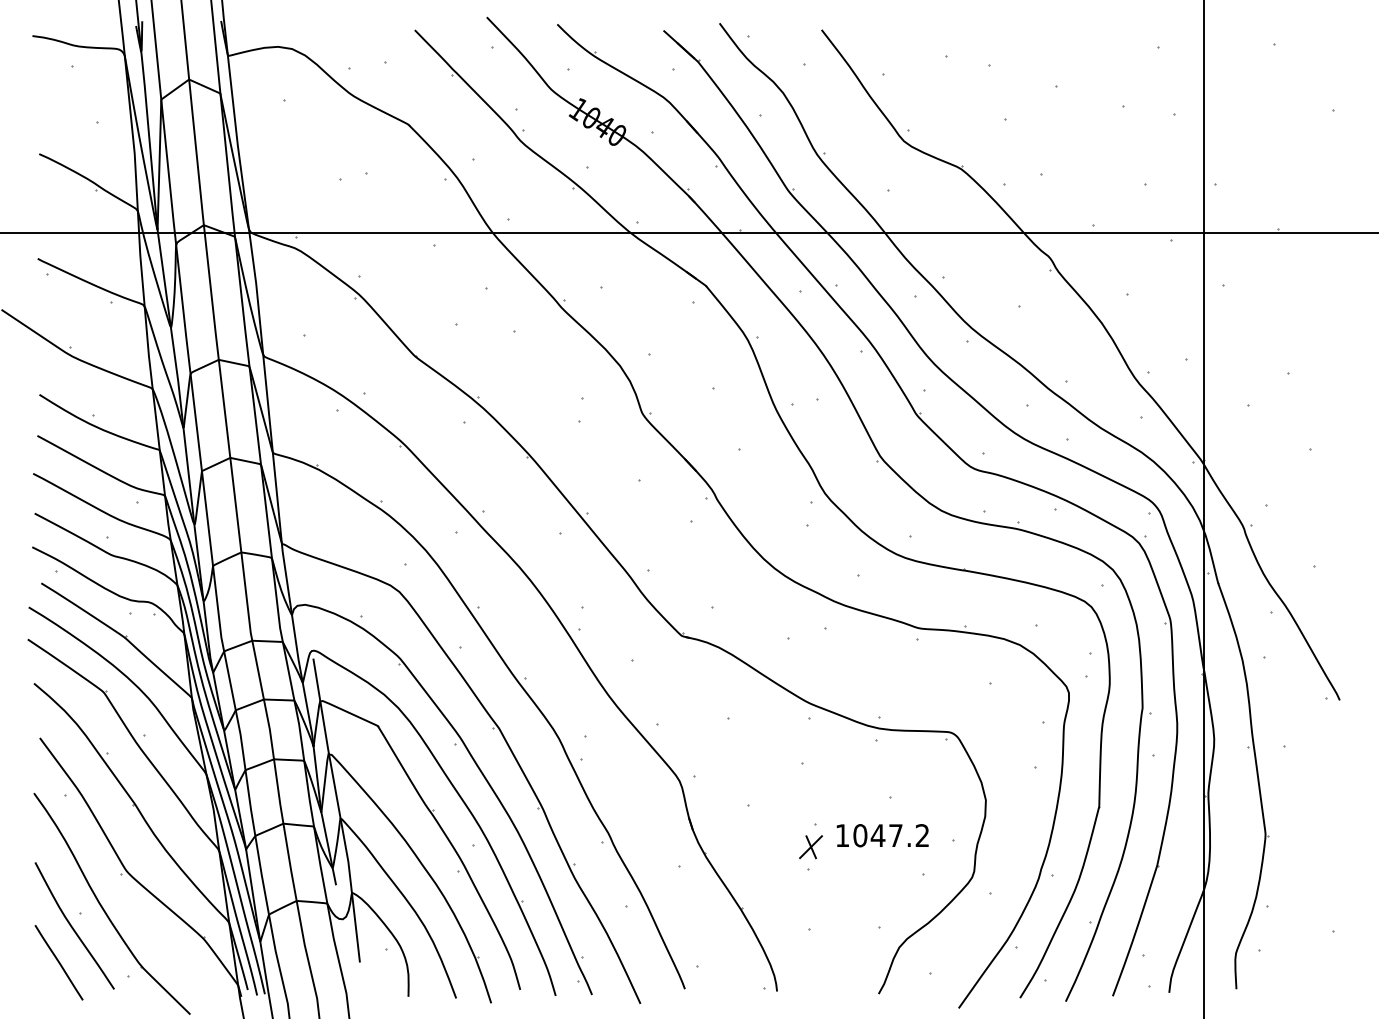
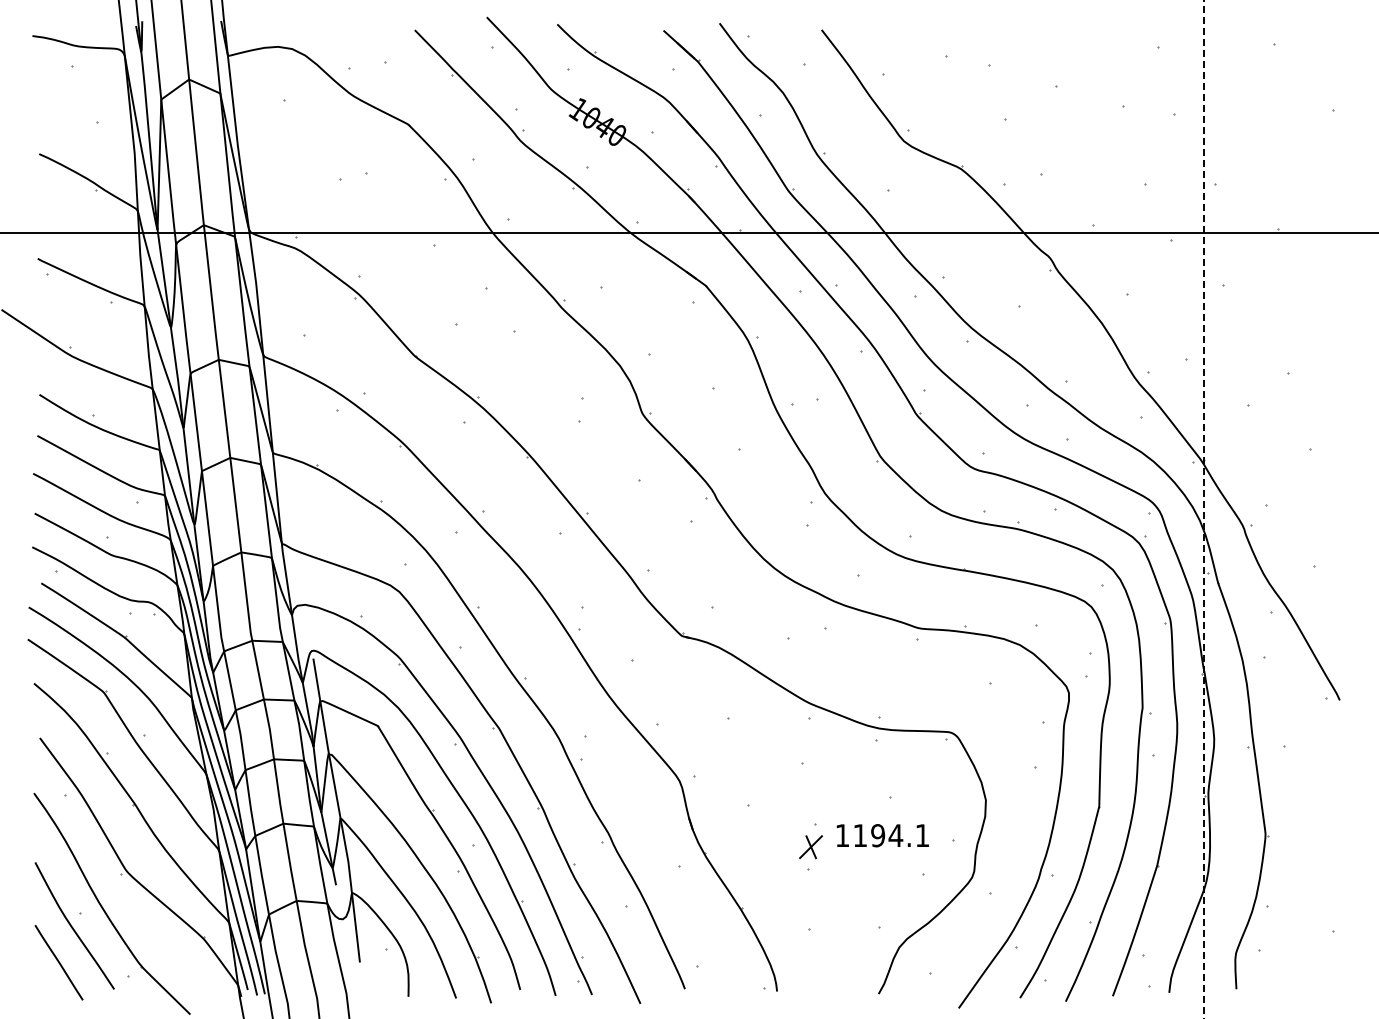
line at (1204, 510): solid -> dashed
text at (890, 835): 1047.2 -> 1194.1
